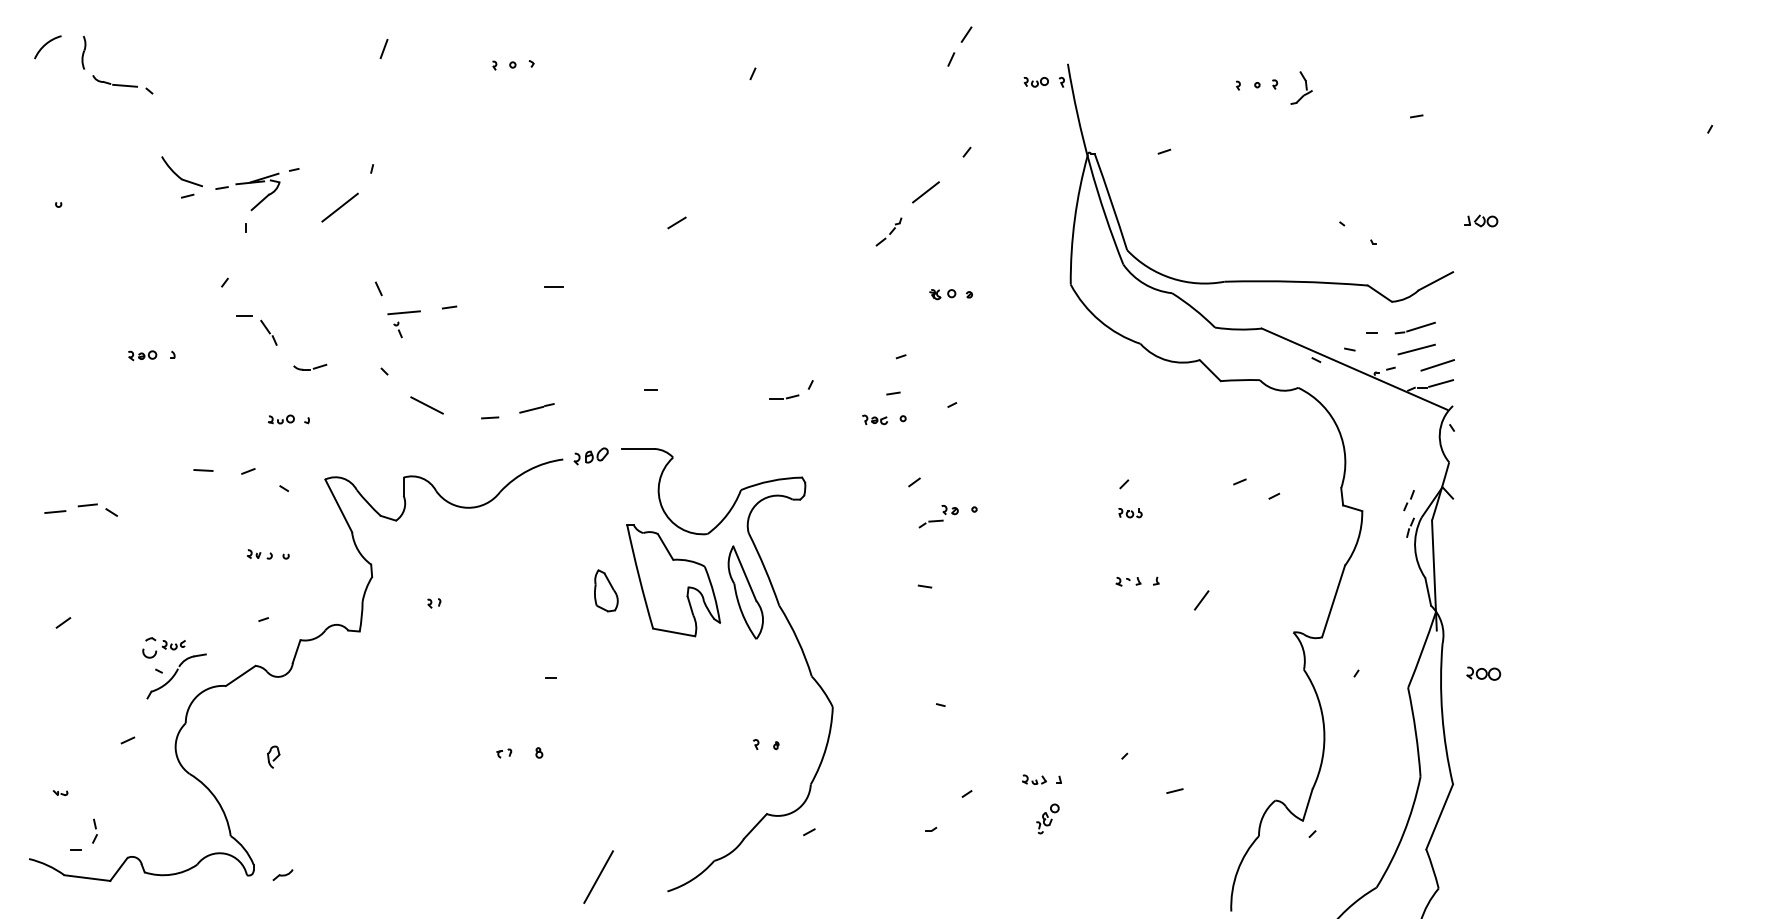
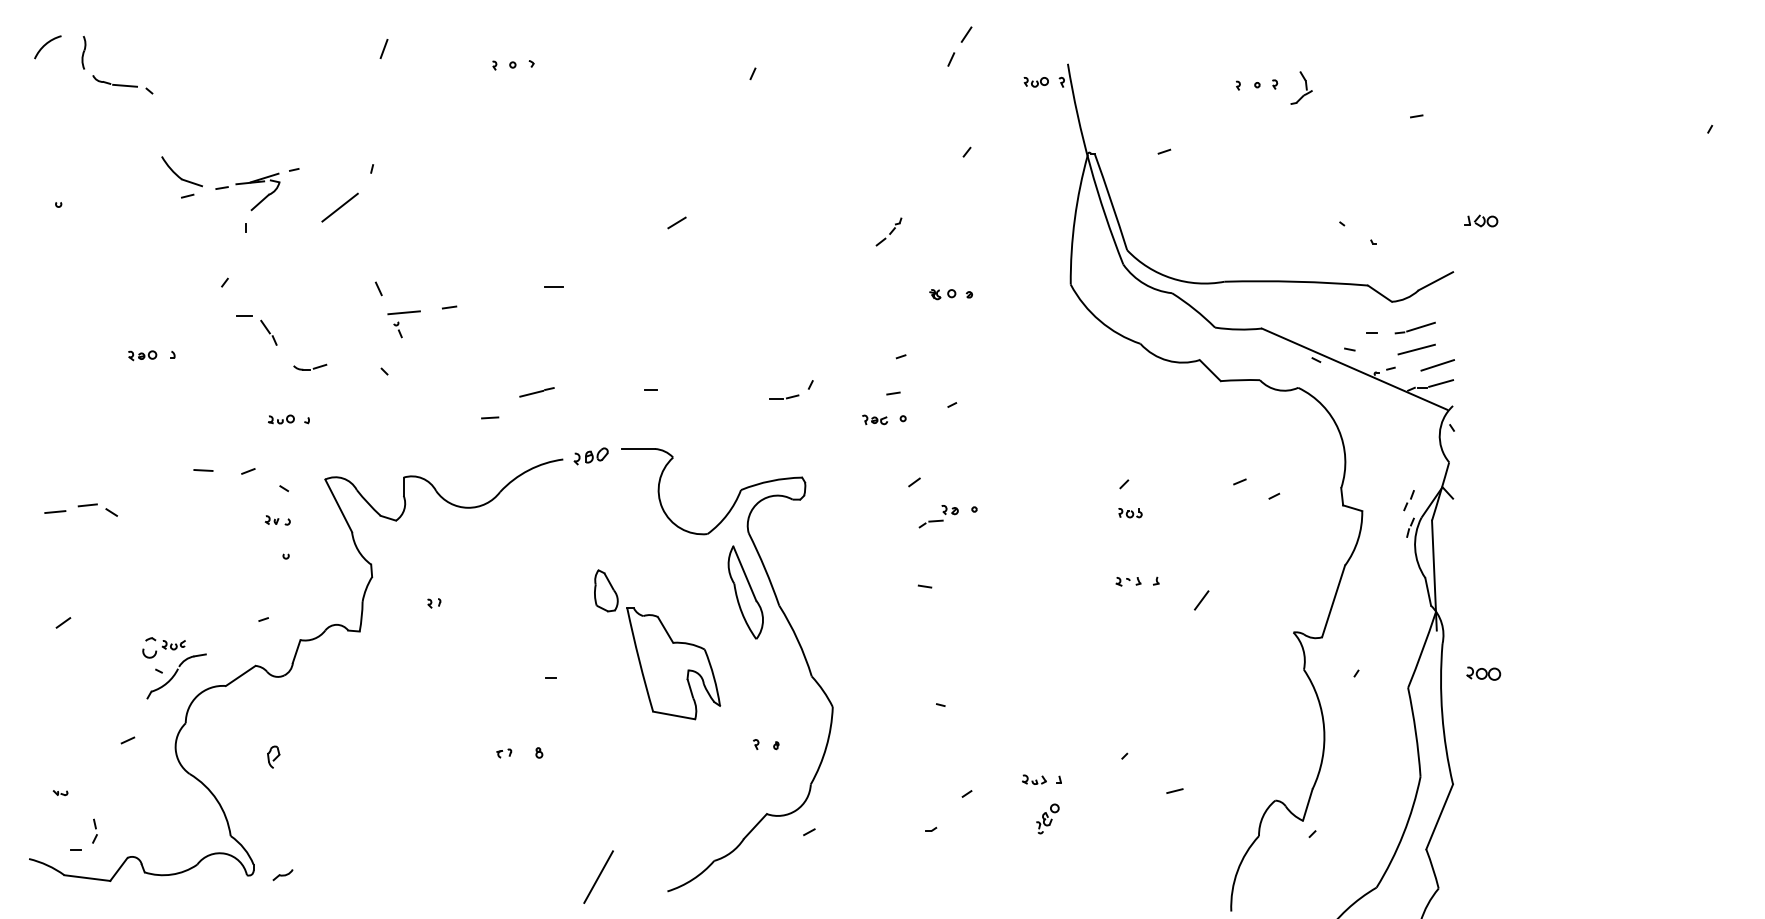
line at (925, 192): present -> none
line at (426, 405): present -> none
line at (536, 408) position: (536, 408) -> (536, 392)
part at (259, 554) position: (259, 554) -> (277, 520)
part at (673, 580) position: (673, 580) -> (673, 663)
